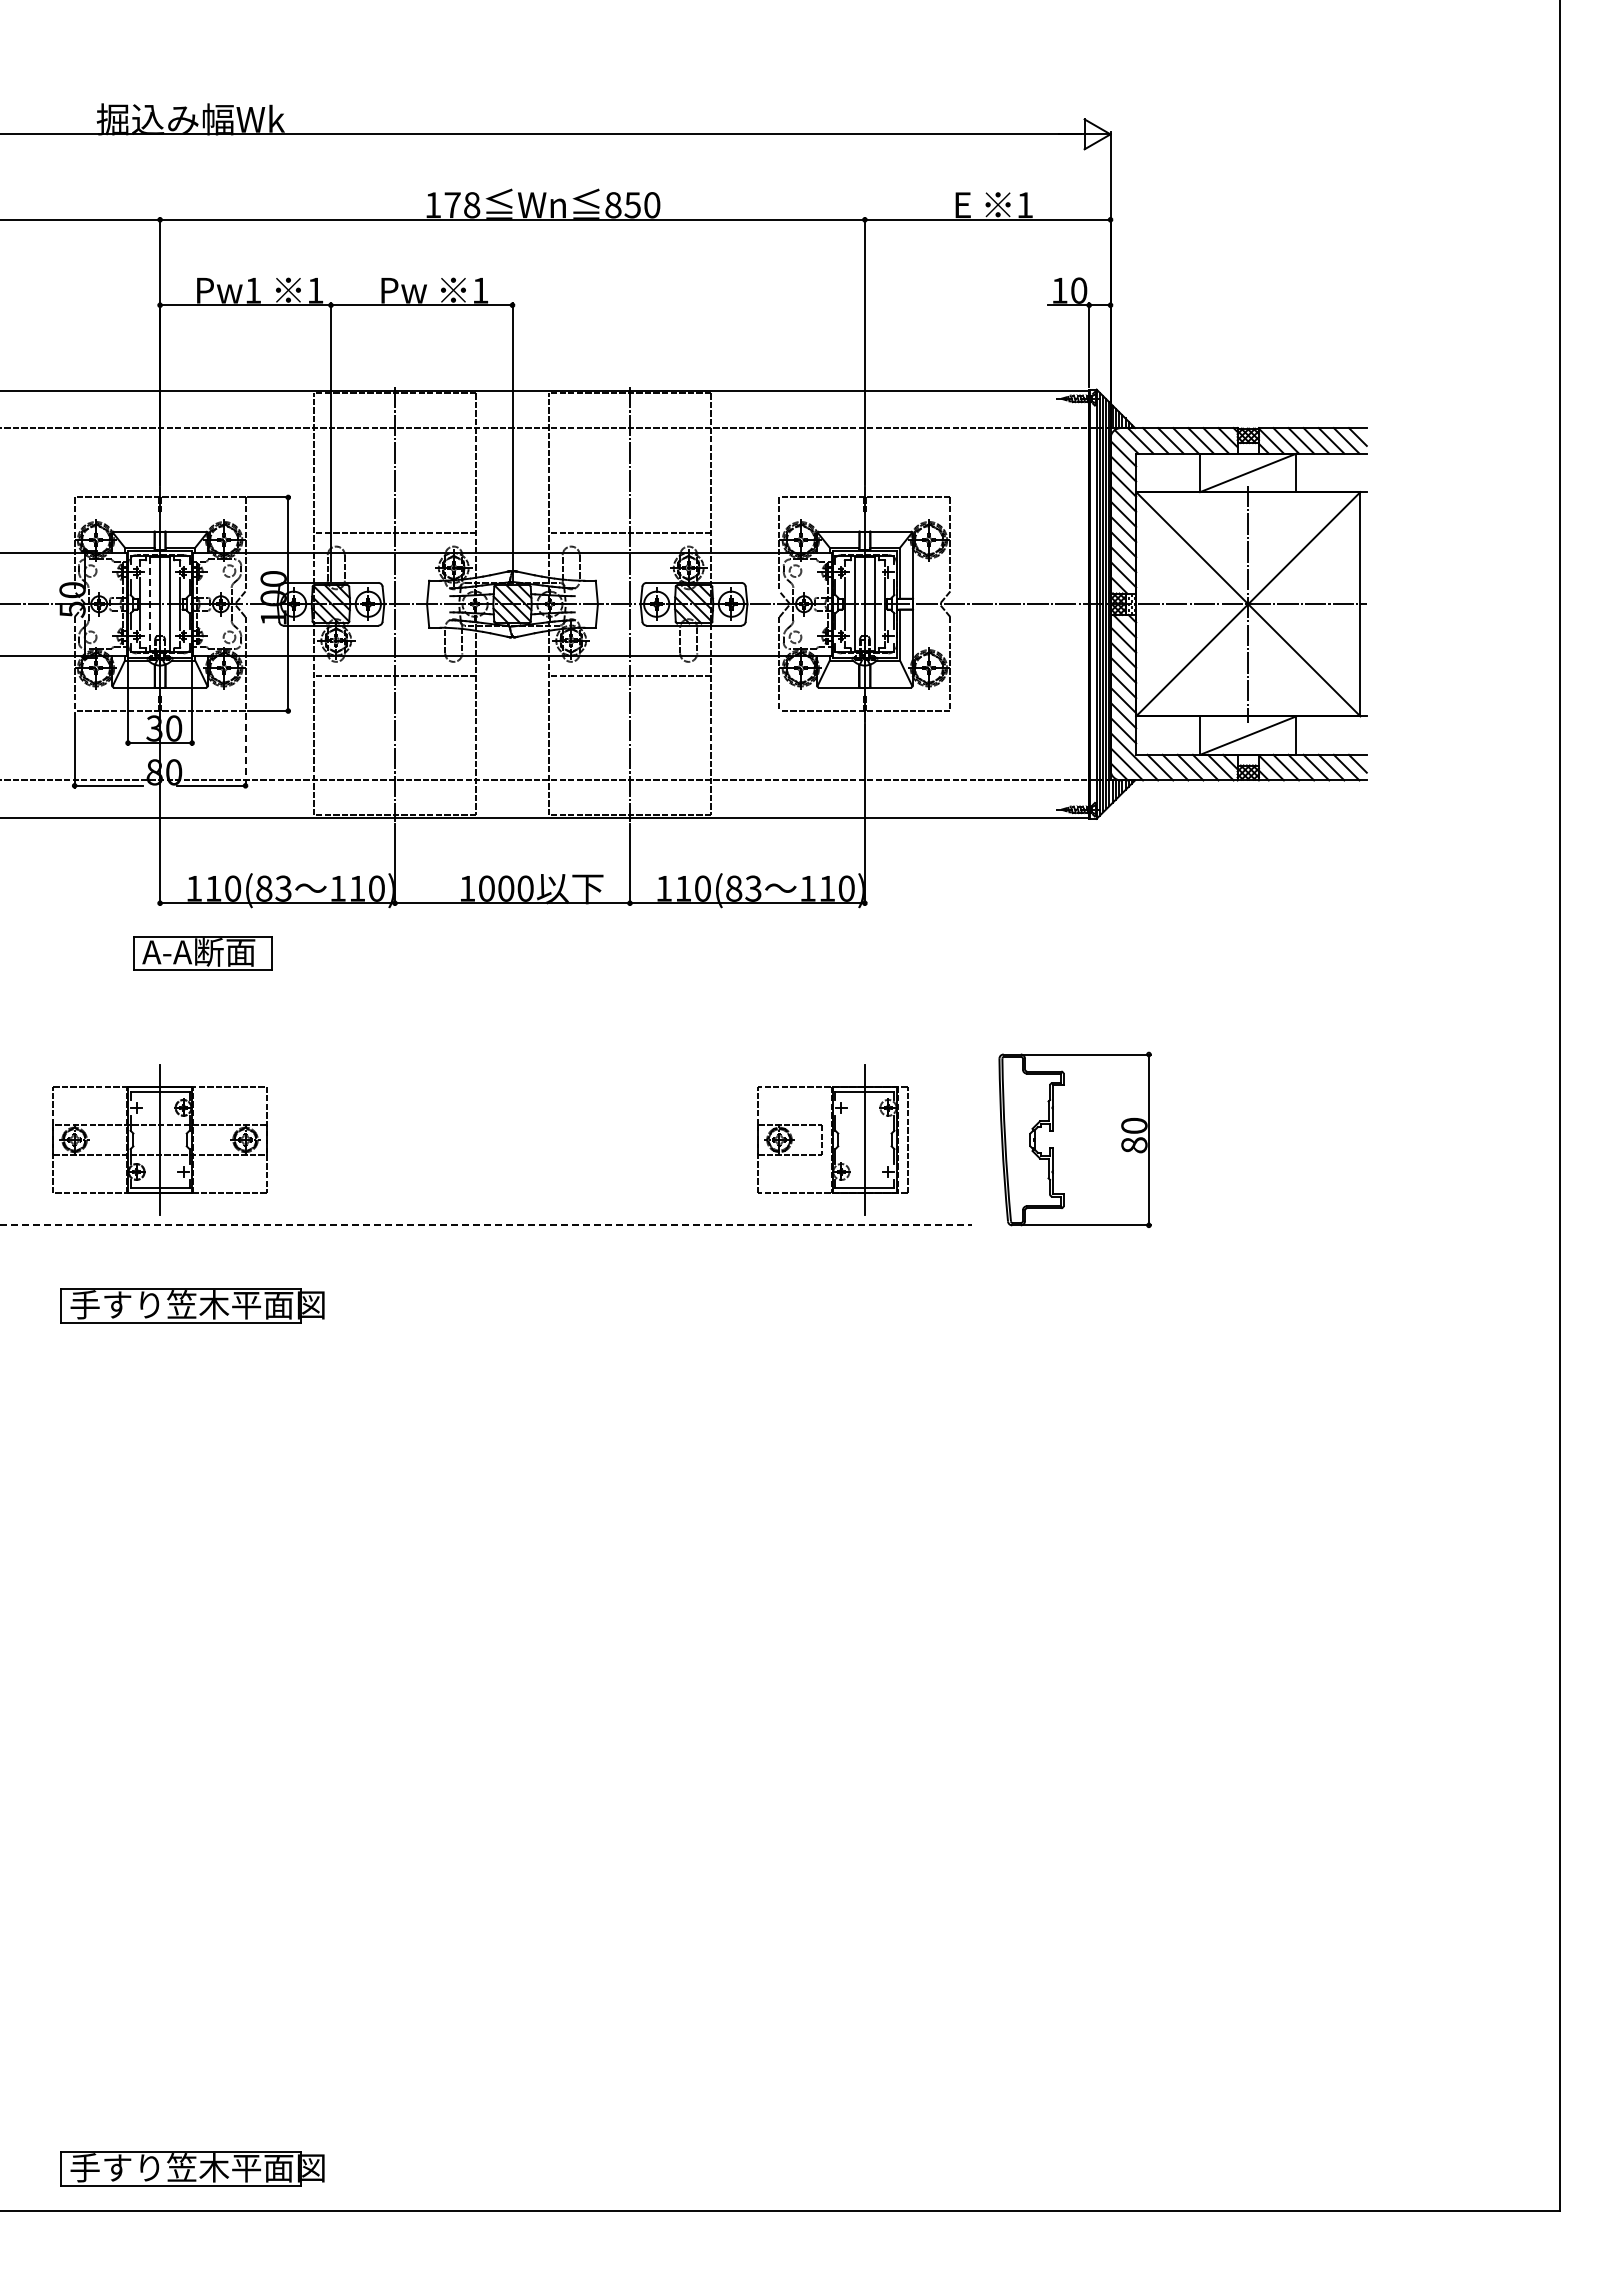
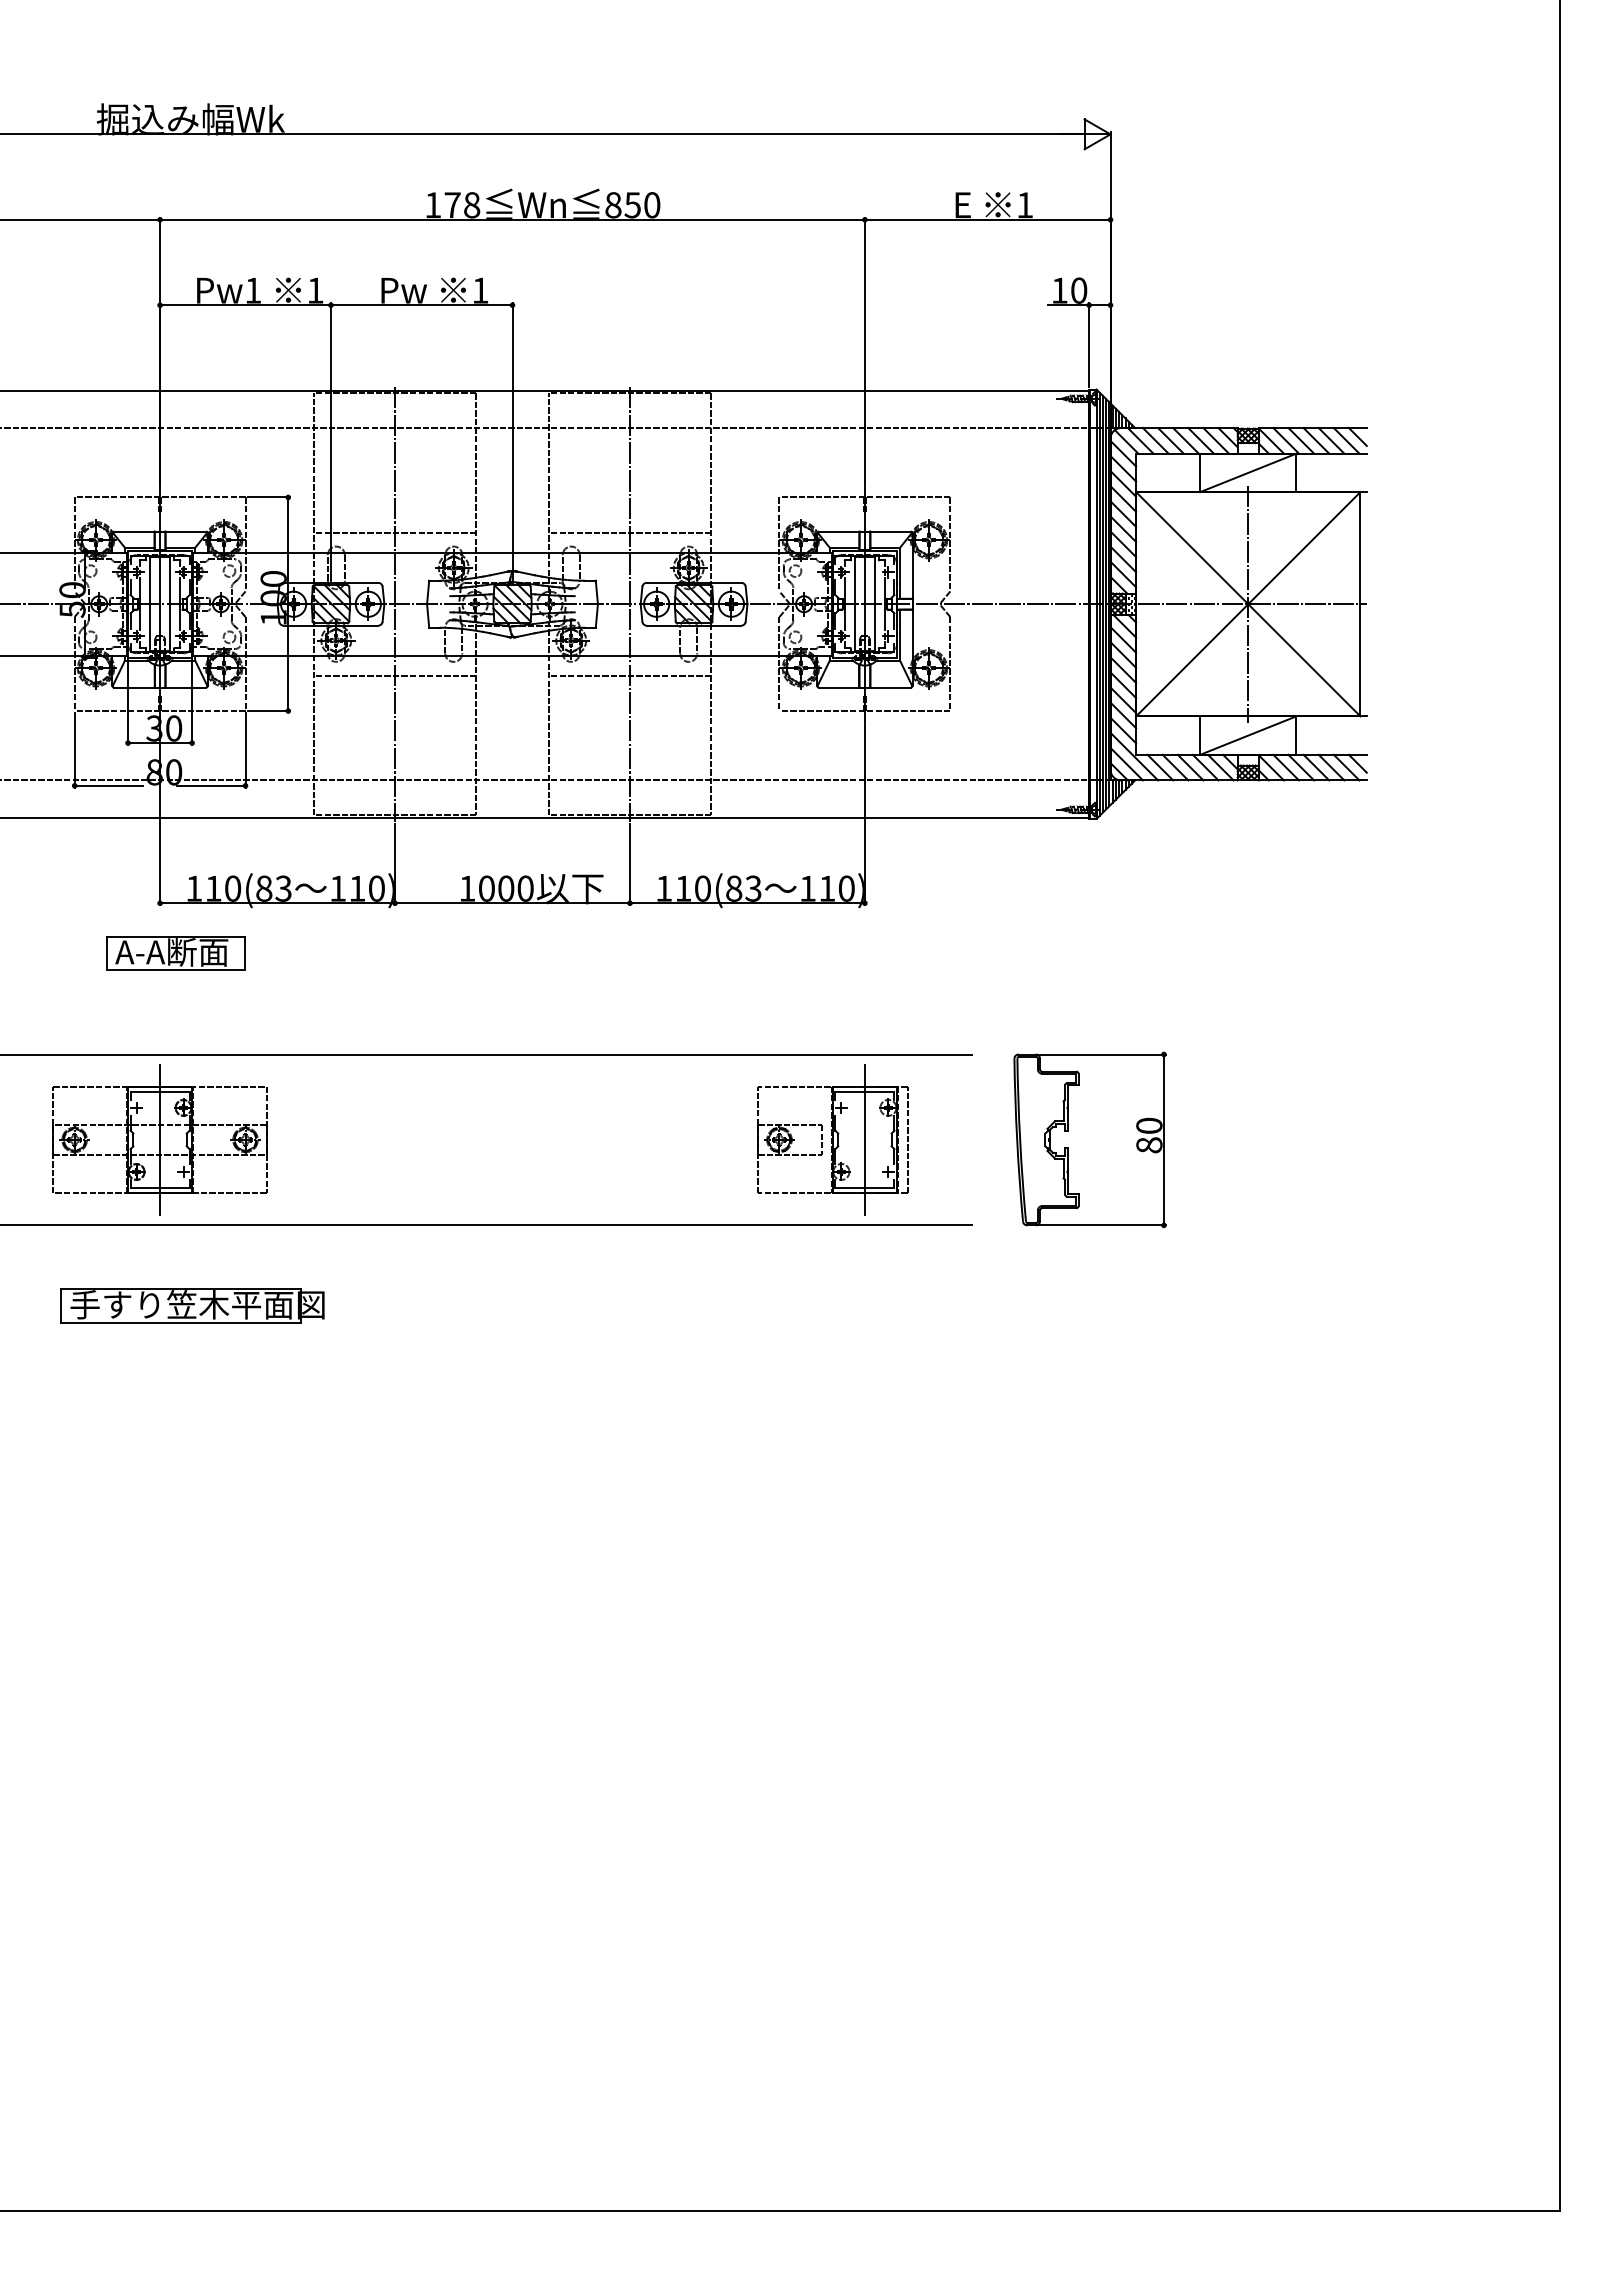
line at (150, 604): dashed -> solid
line at (245, 751): dashed -> solid
part at (202, 953) position: (202, 953) -> (175, 953)
line at (486, 1054): none -> present
part at (1074, 1139) position: (1074, 1139) -> (1089, 1139)
line at (486, 1225): dashed -> solid
part at (192, 2168): present -> none
